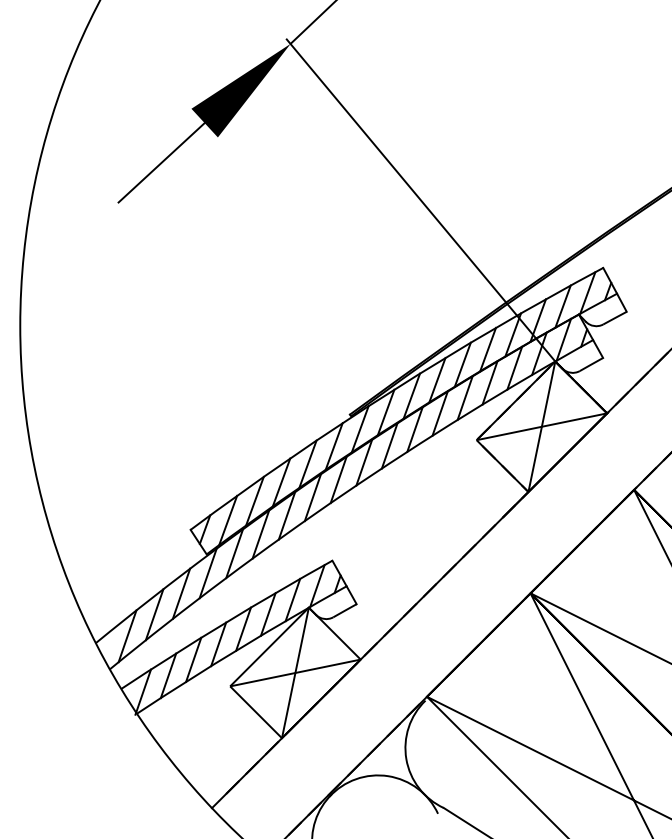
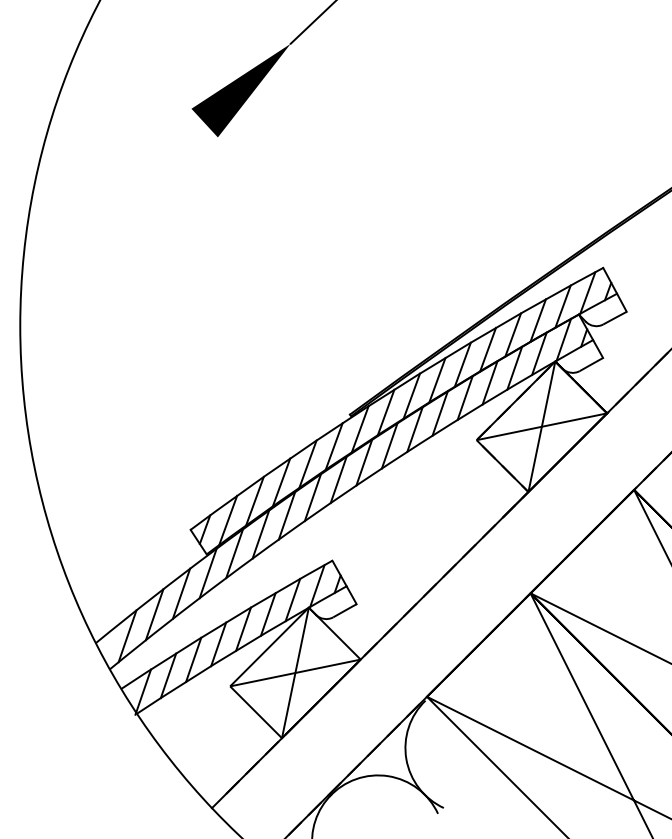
line at (161, 162): present -> none
line at (420, 200): present -> none
line at (465, 821): present -> none
